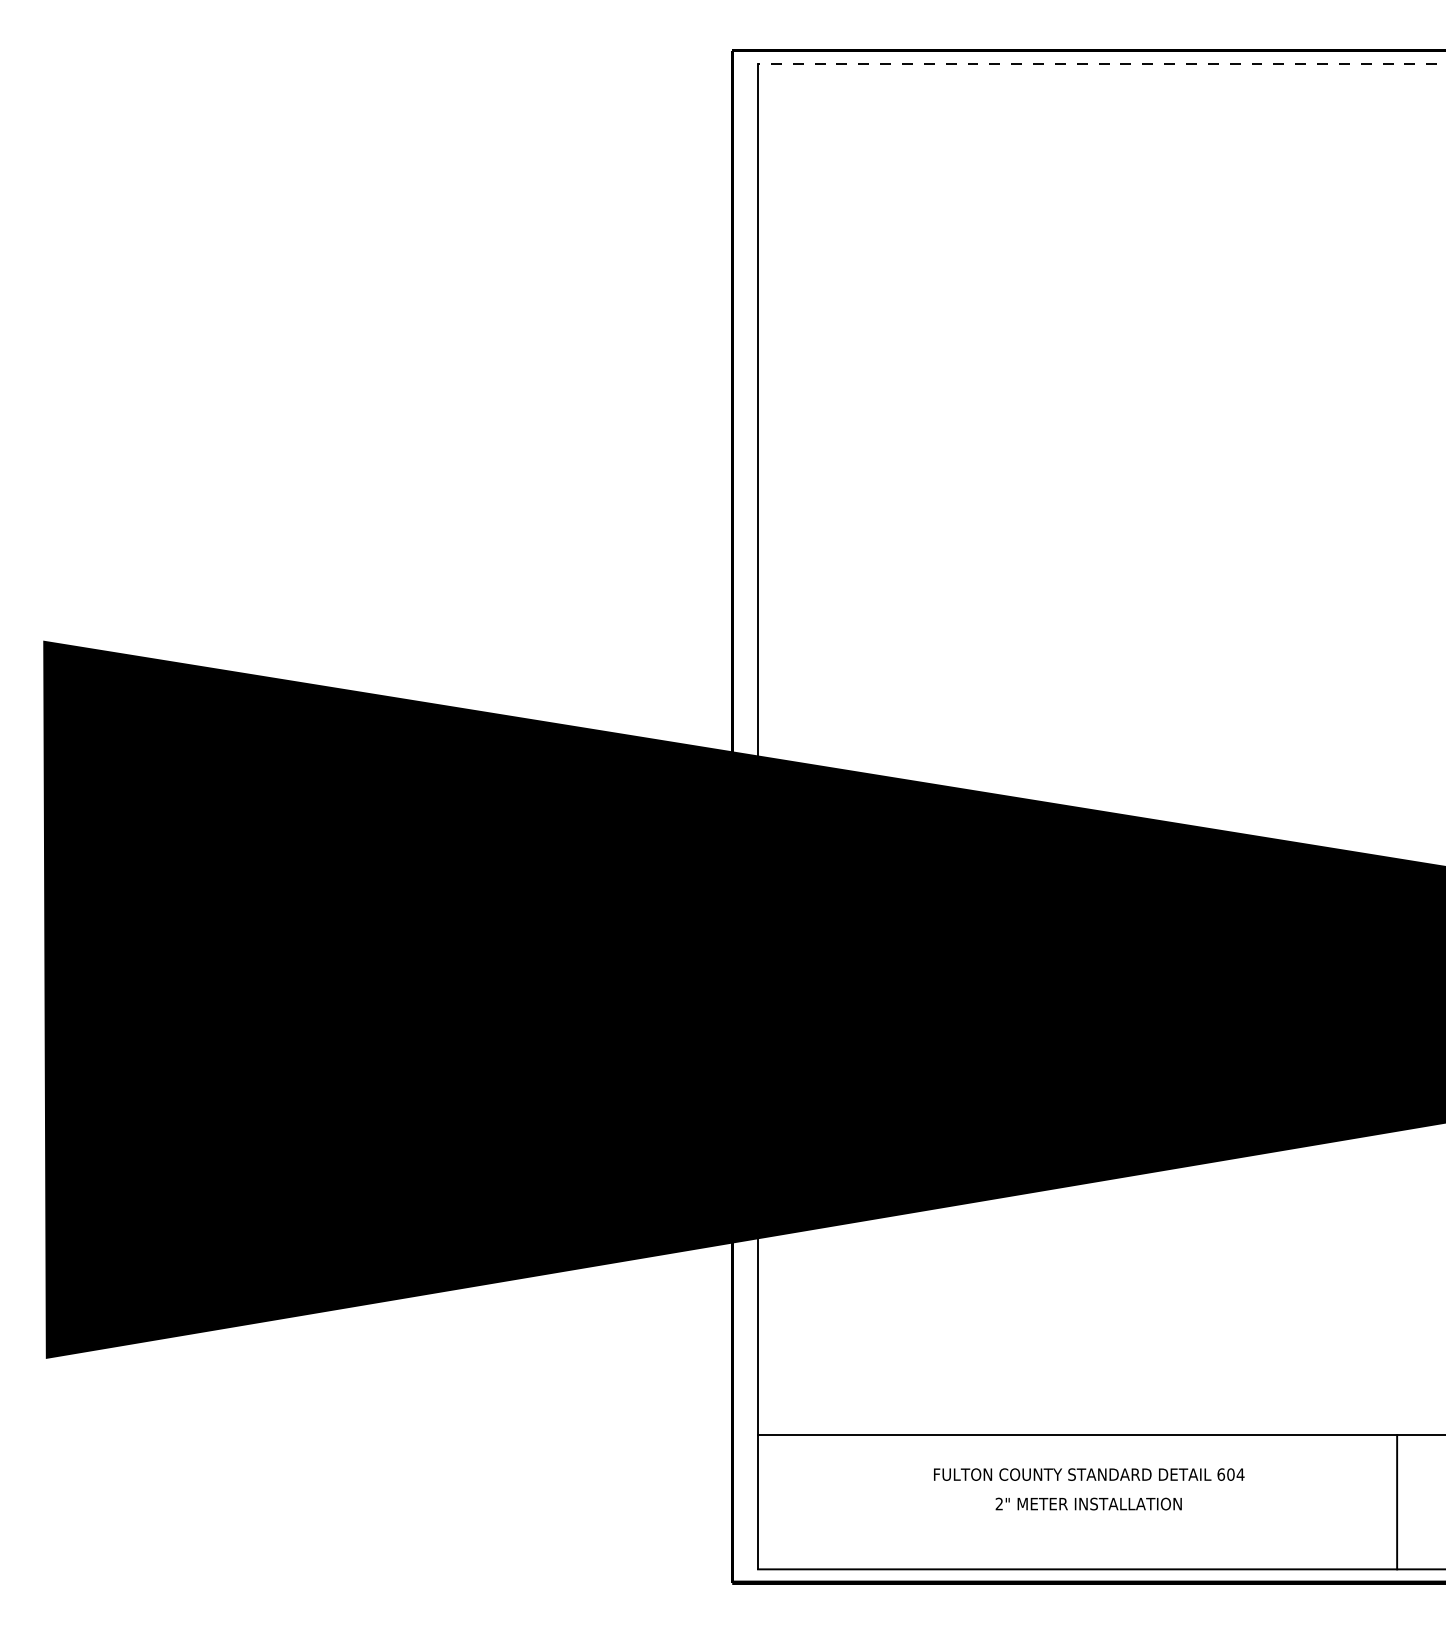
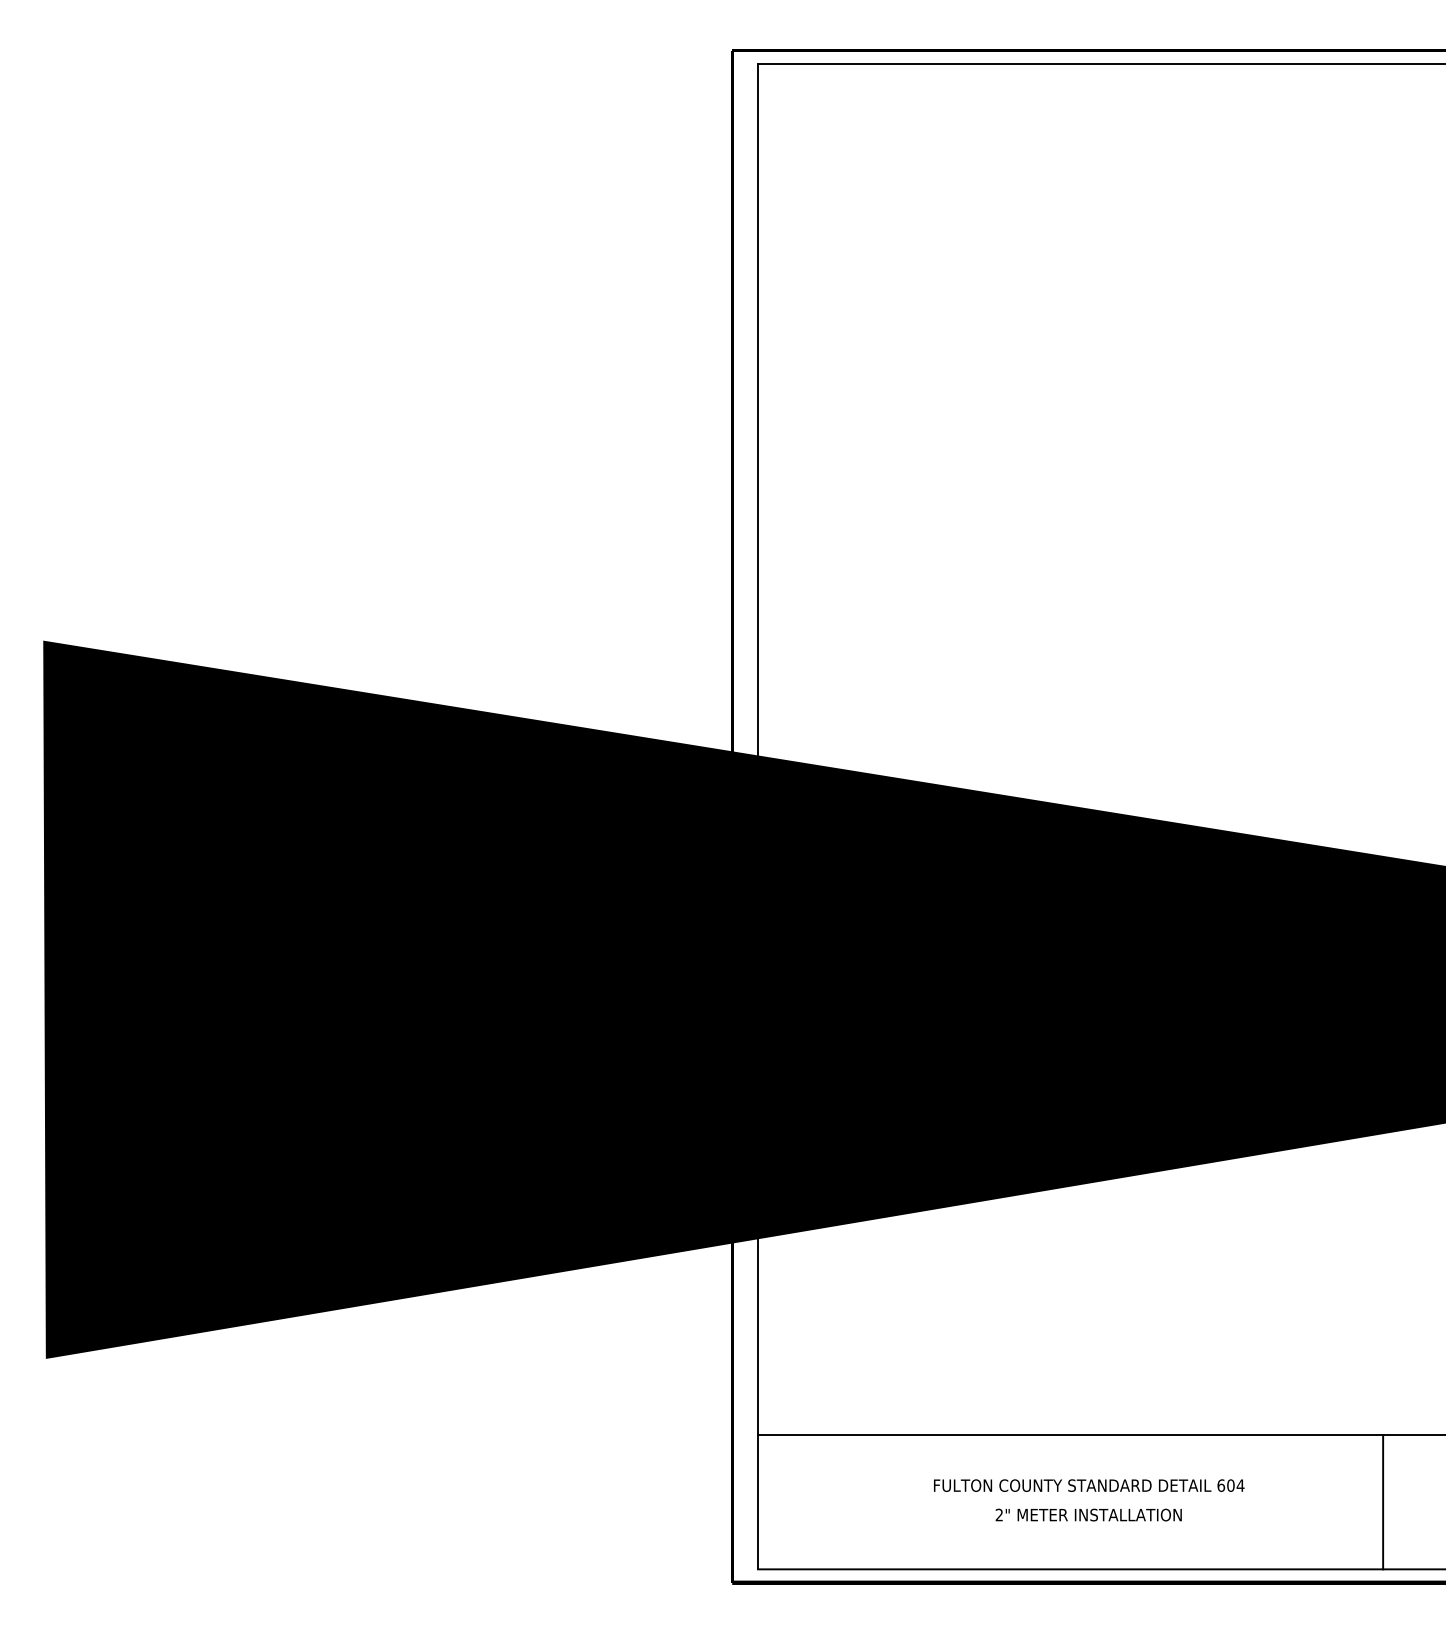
line at (1102, 64): dashed -> solid
text at (1089, 1489) position: (1089, 1489) -> (1089, 1500)
line at (1397, 1501) position: (1397, 1501) -> (1383, 1501)
